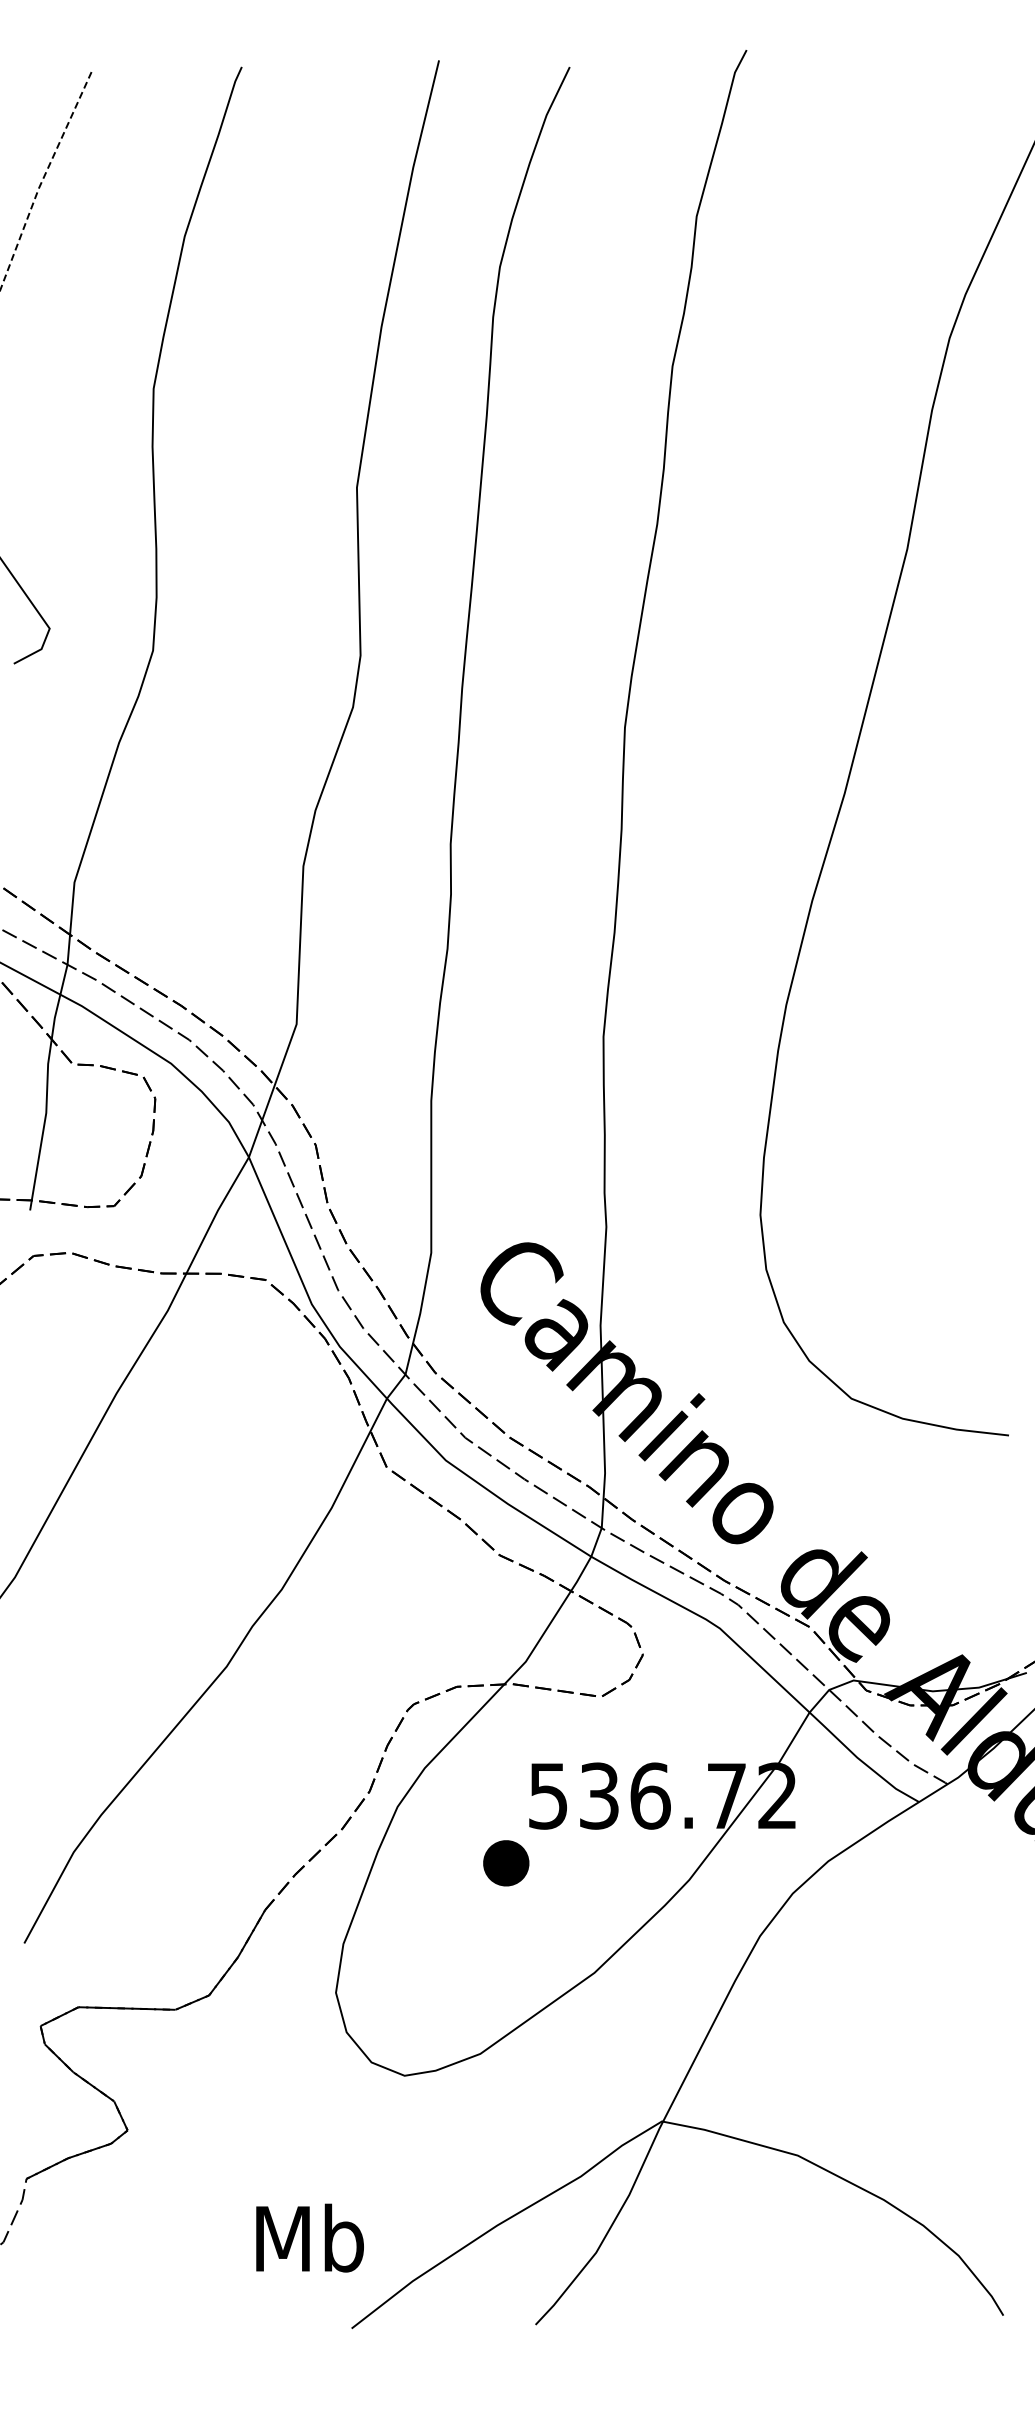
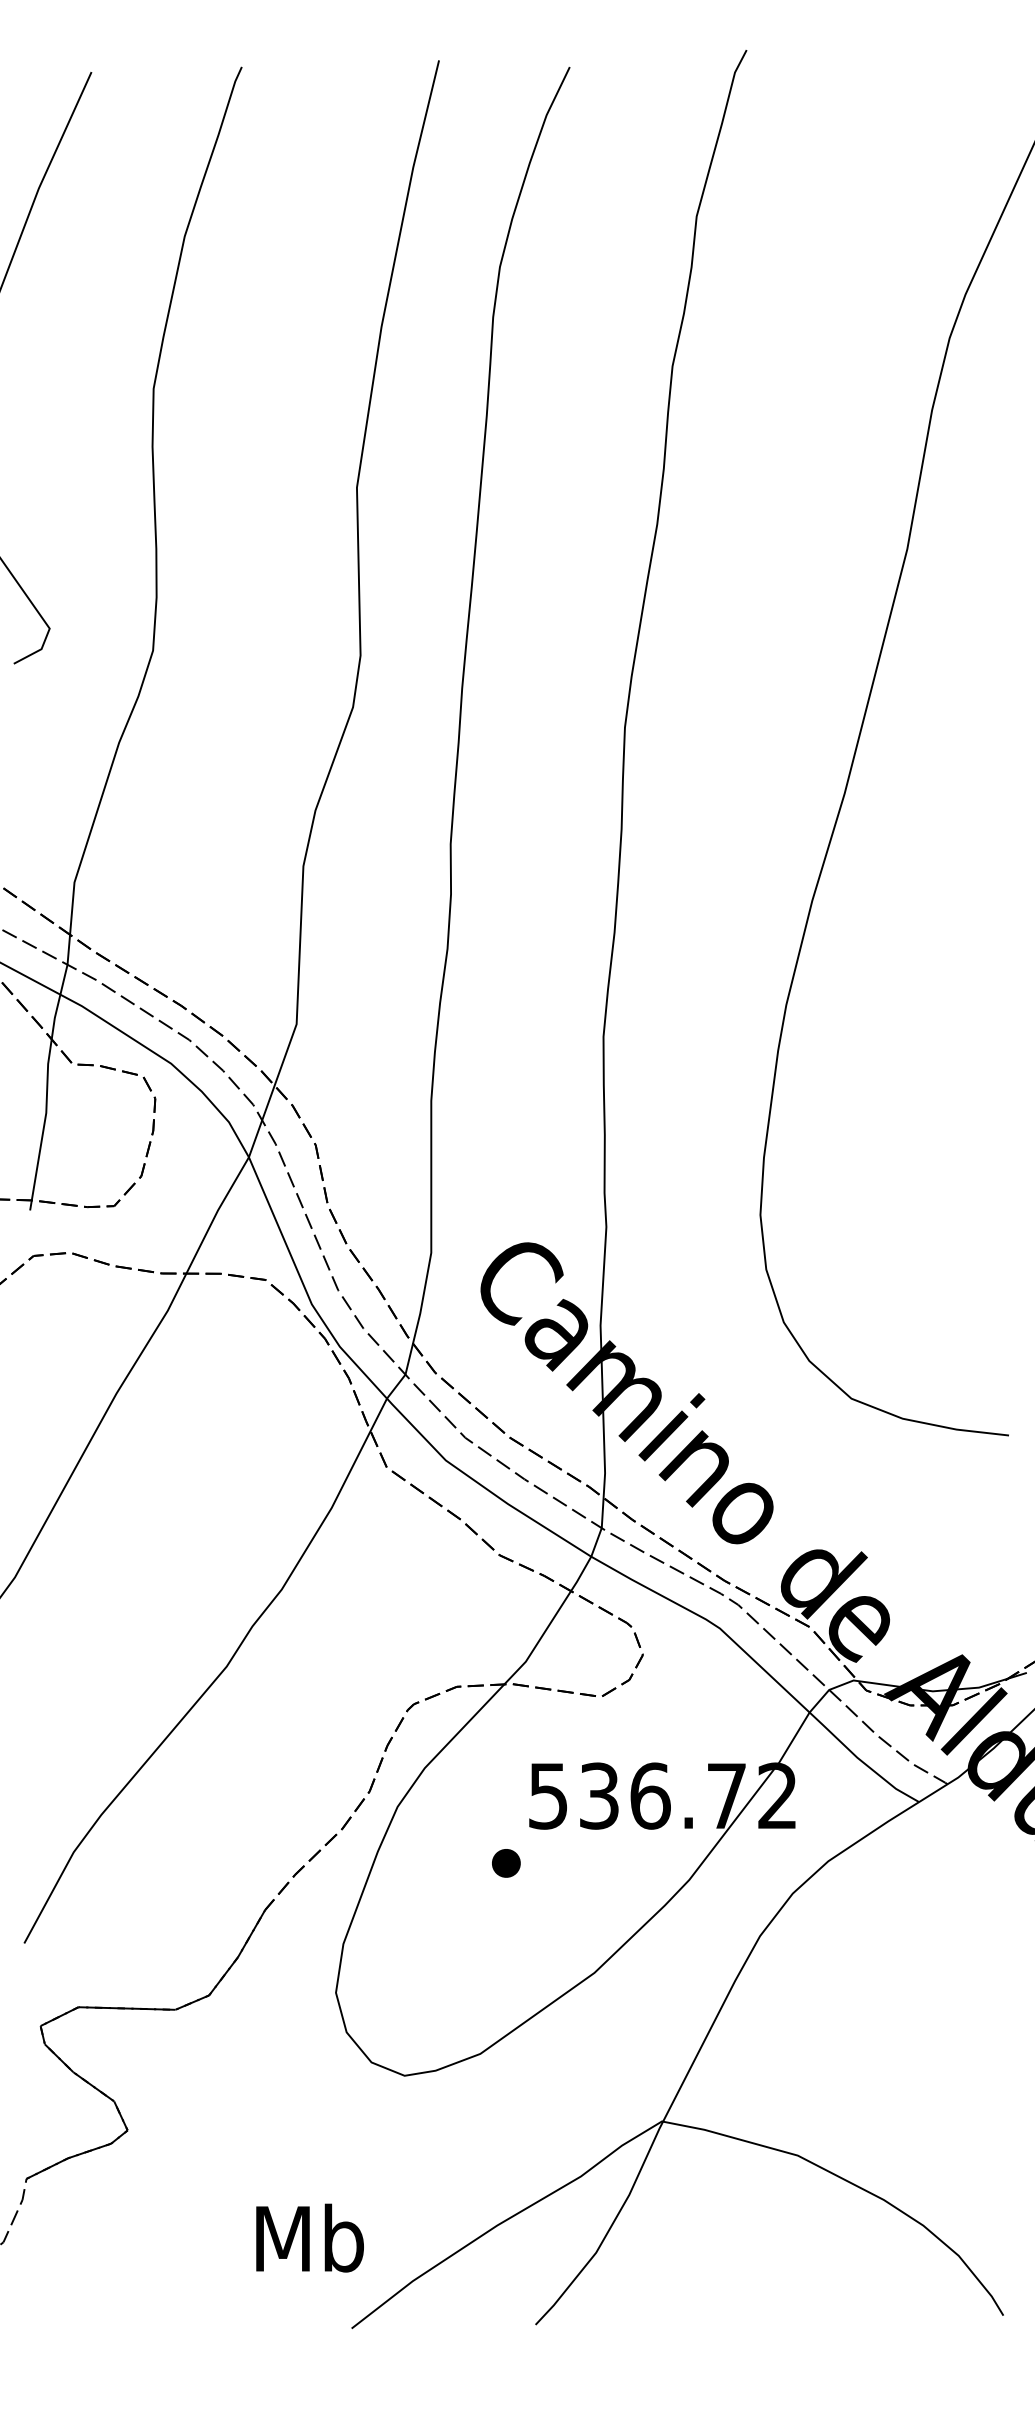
line at (42, 180): dashed -> solid
part at (506, 1863) size: 47x47 px -> 29x29 px
